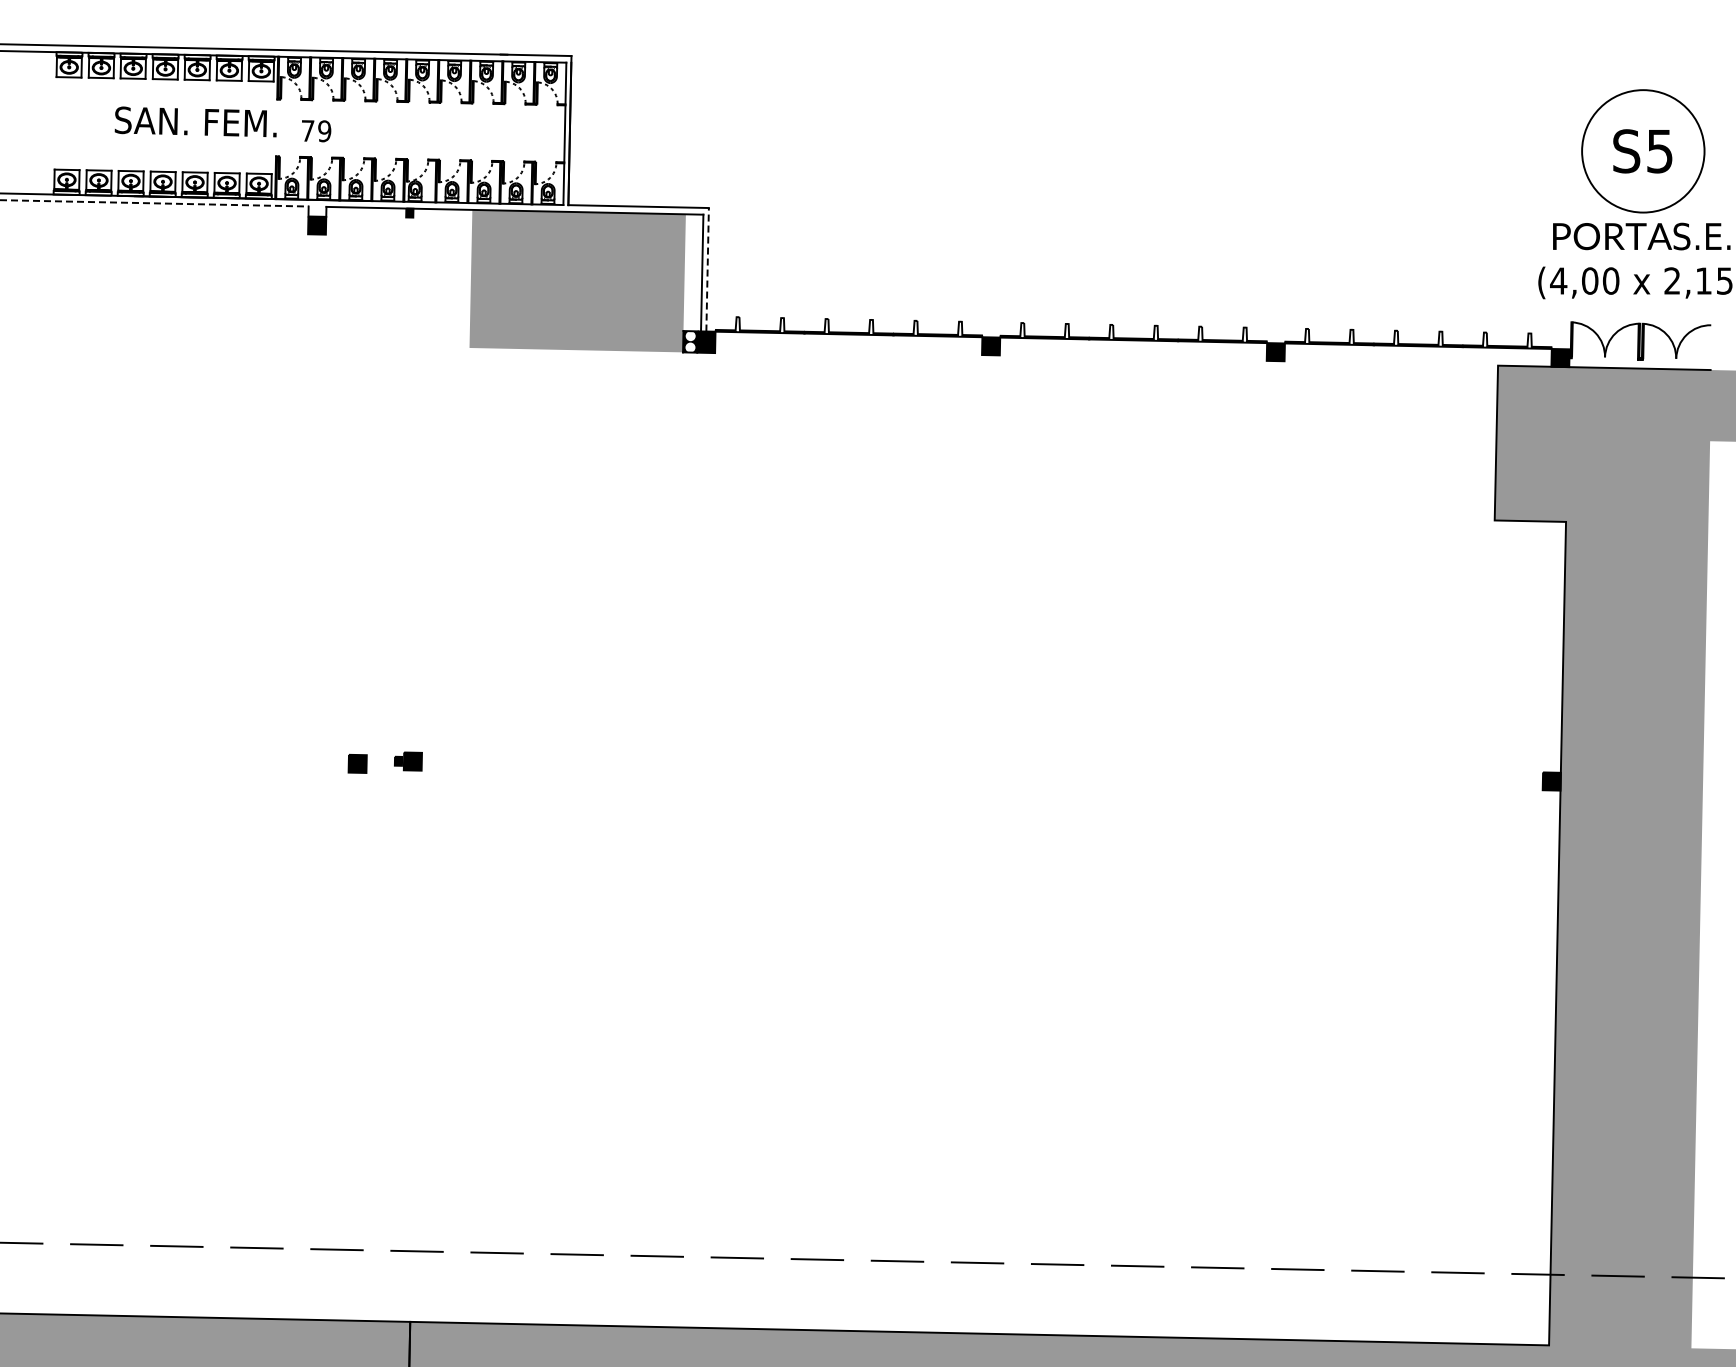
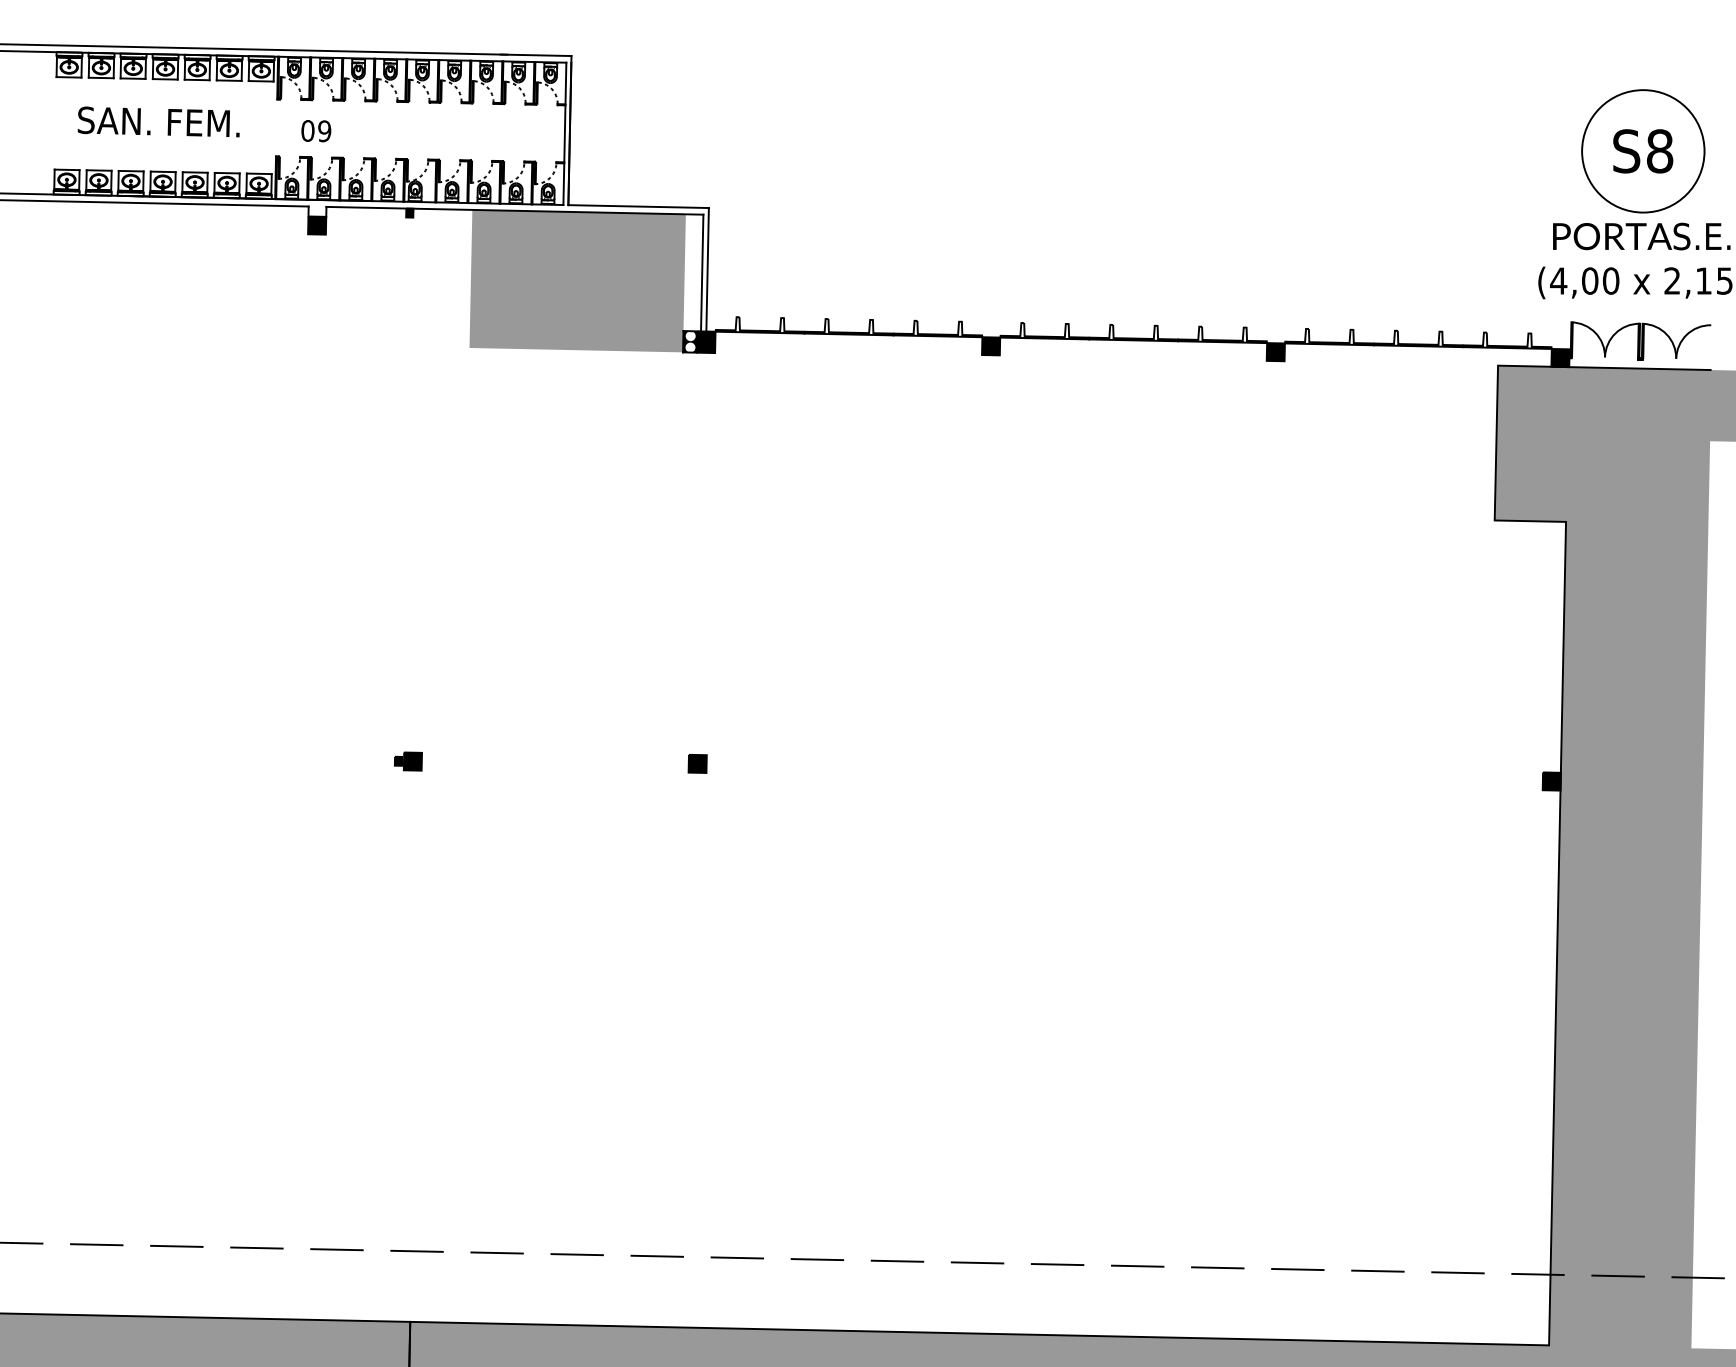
text at (195, 121) position: (195, 121) -> (158, 121)
text at (307, 130): 79 -> 09
text at (1660, 151): S5 -> S8
line at (154, 203): dashed -> solid
line at (707, 269): dashed -> solid
part at (357, 763) position: (357, 763) -> (697, 763)
